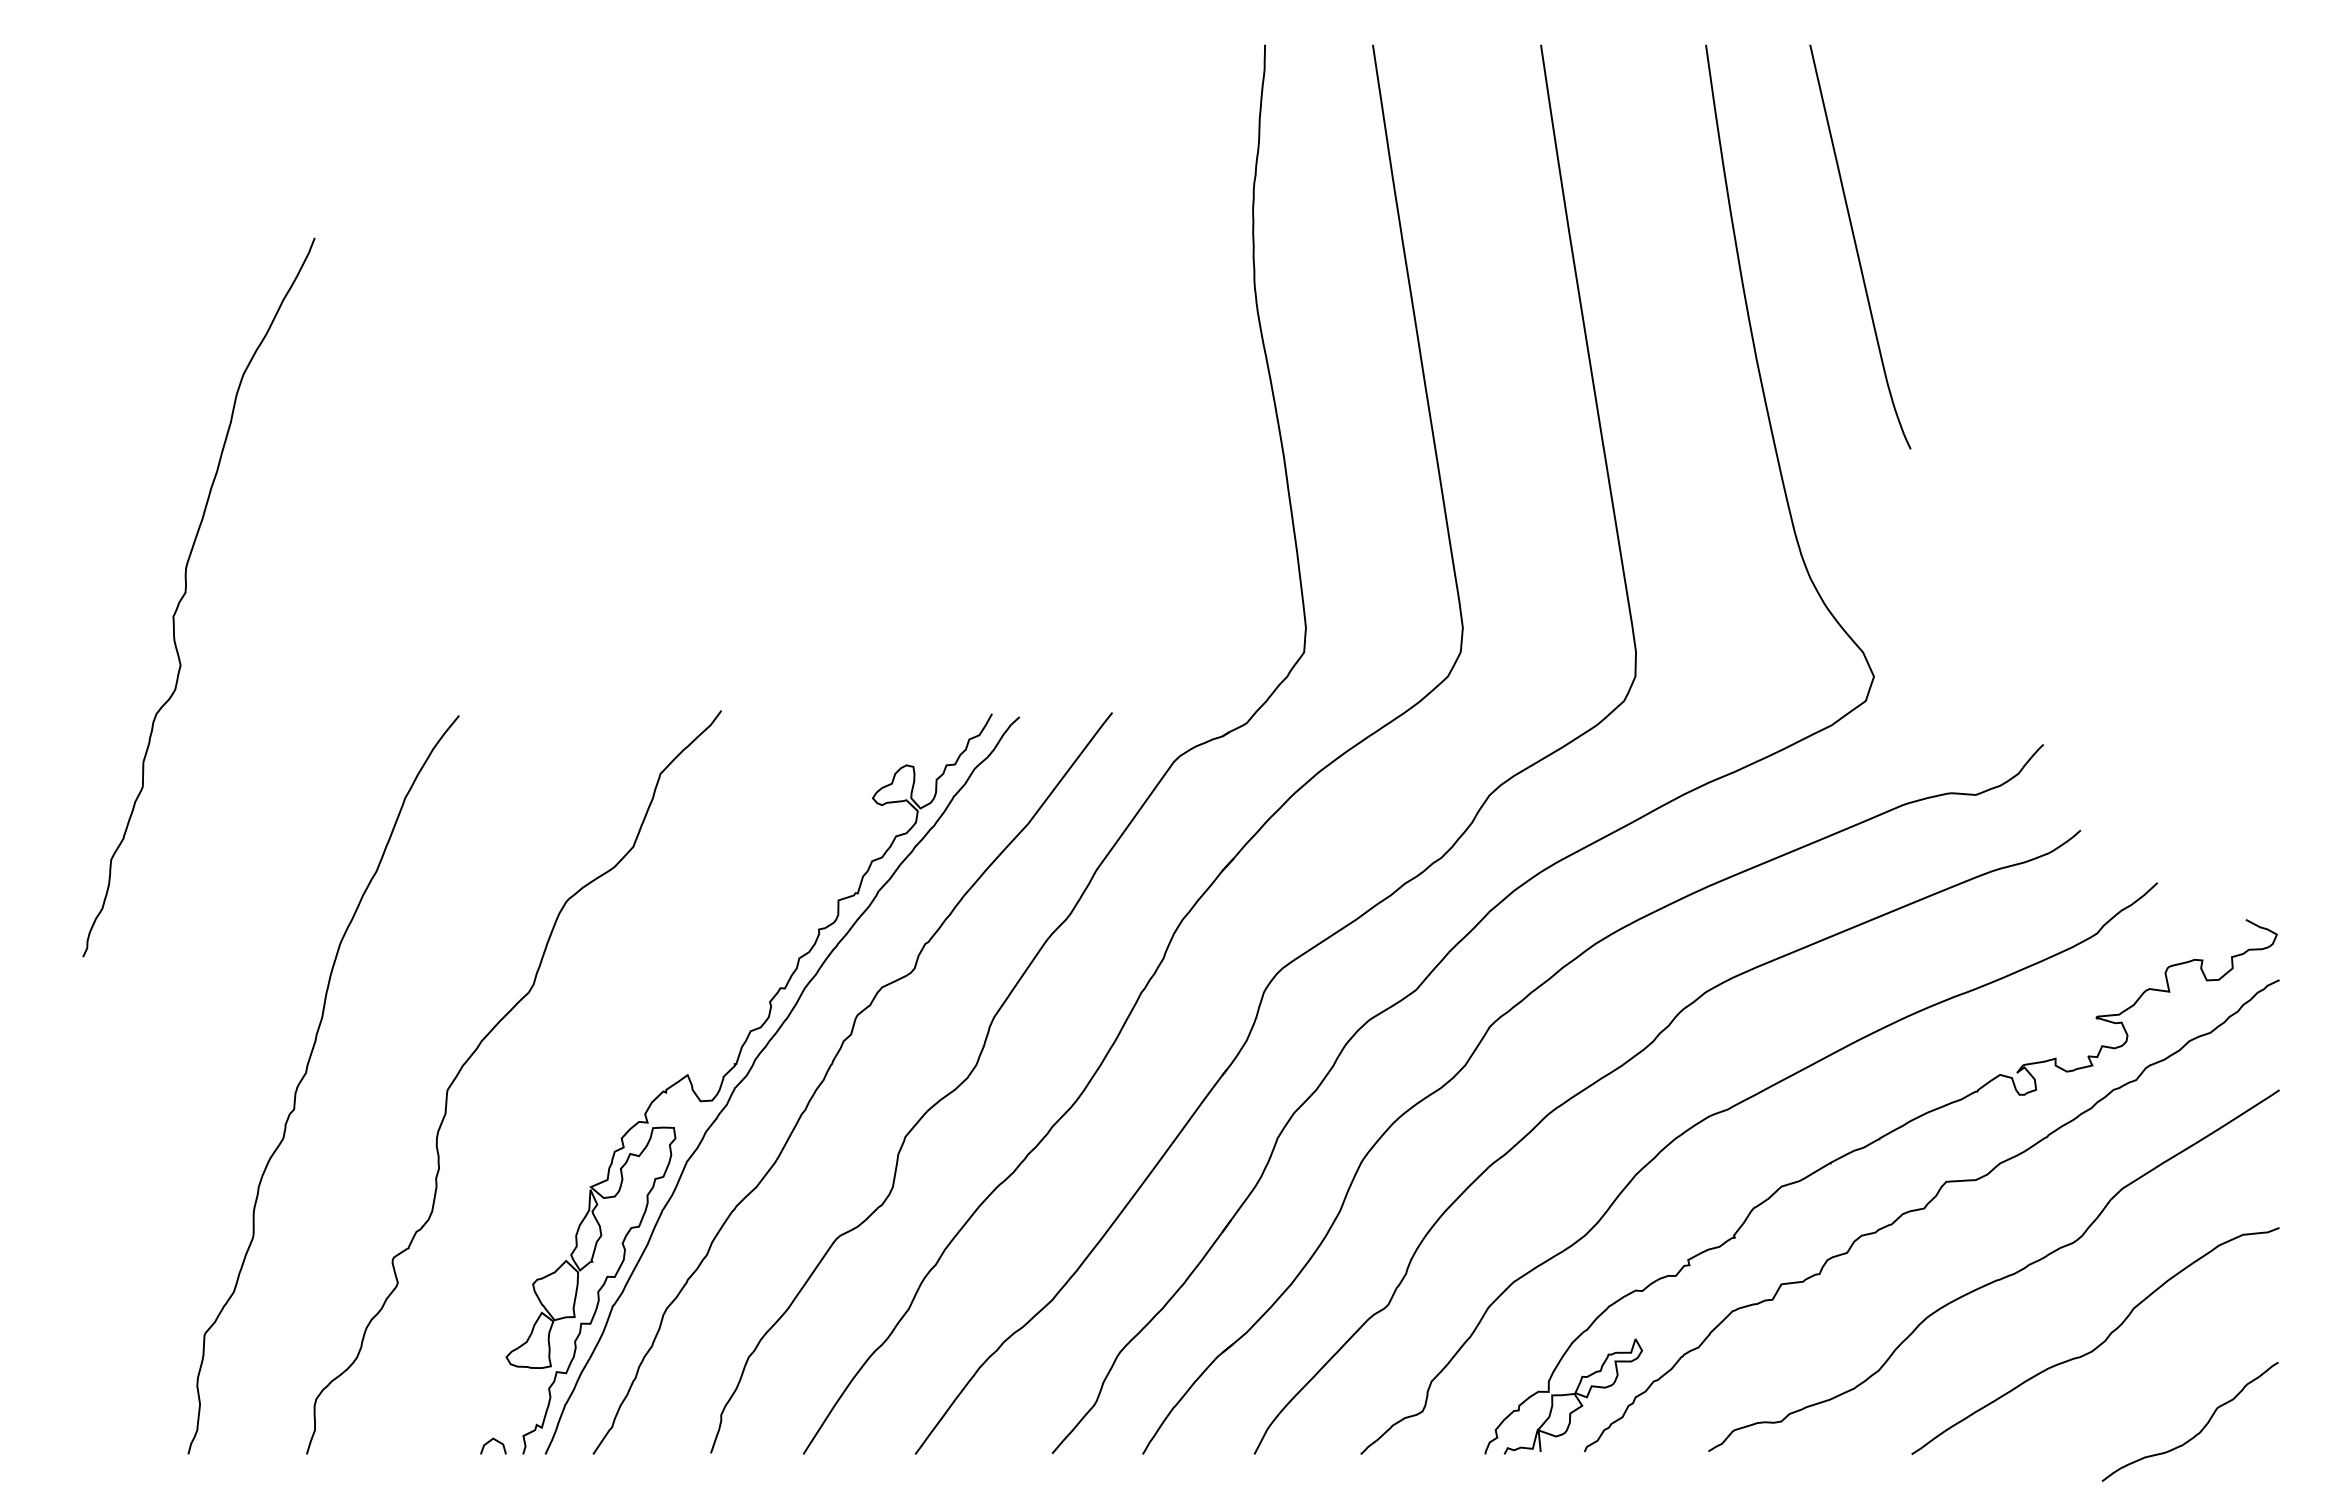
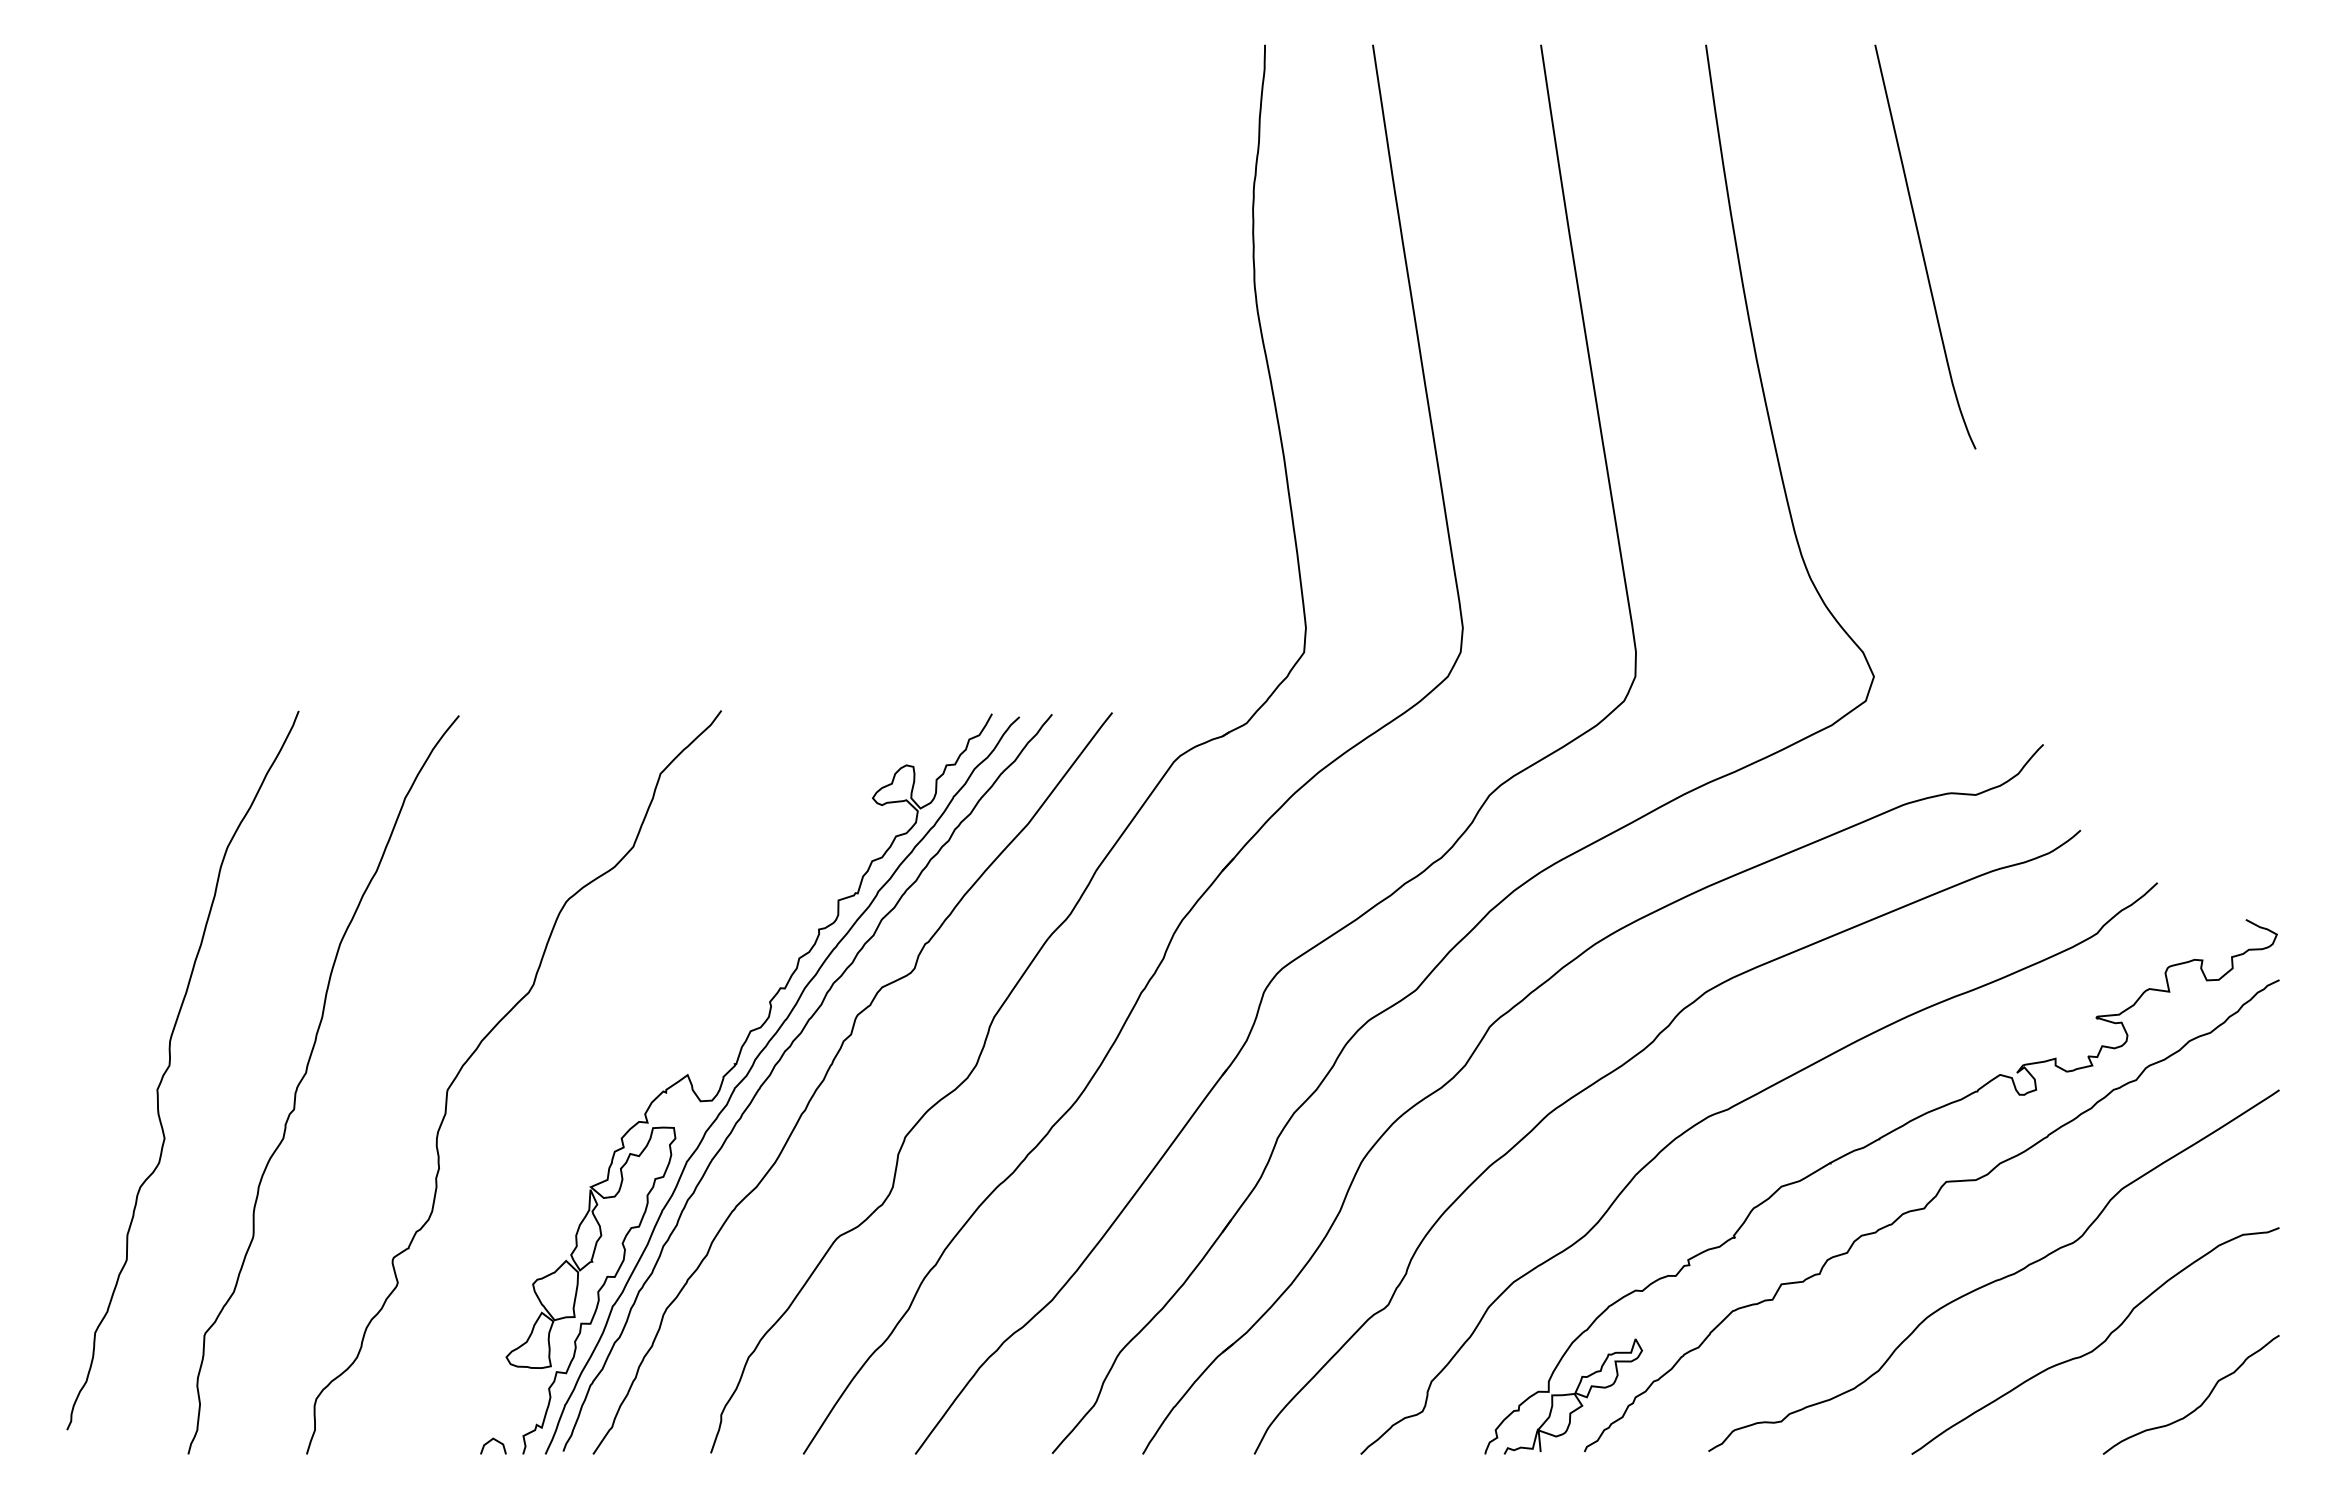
curve at (1857, 247) position: (1857, 247) -> (1922, 247)
curve at (186, 593) position: (186, 593) -> (170, 1066)
curve at (778, 1063): none -> present
curve at (2199, 1431) position: (2199, 1431) -> (2200, 1404)
